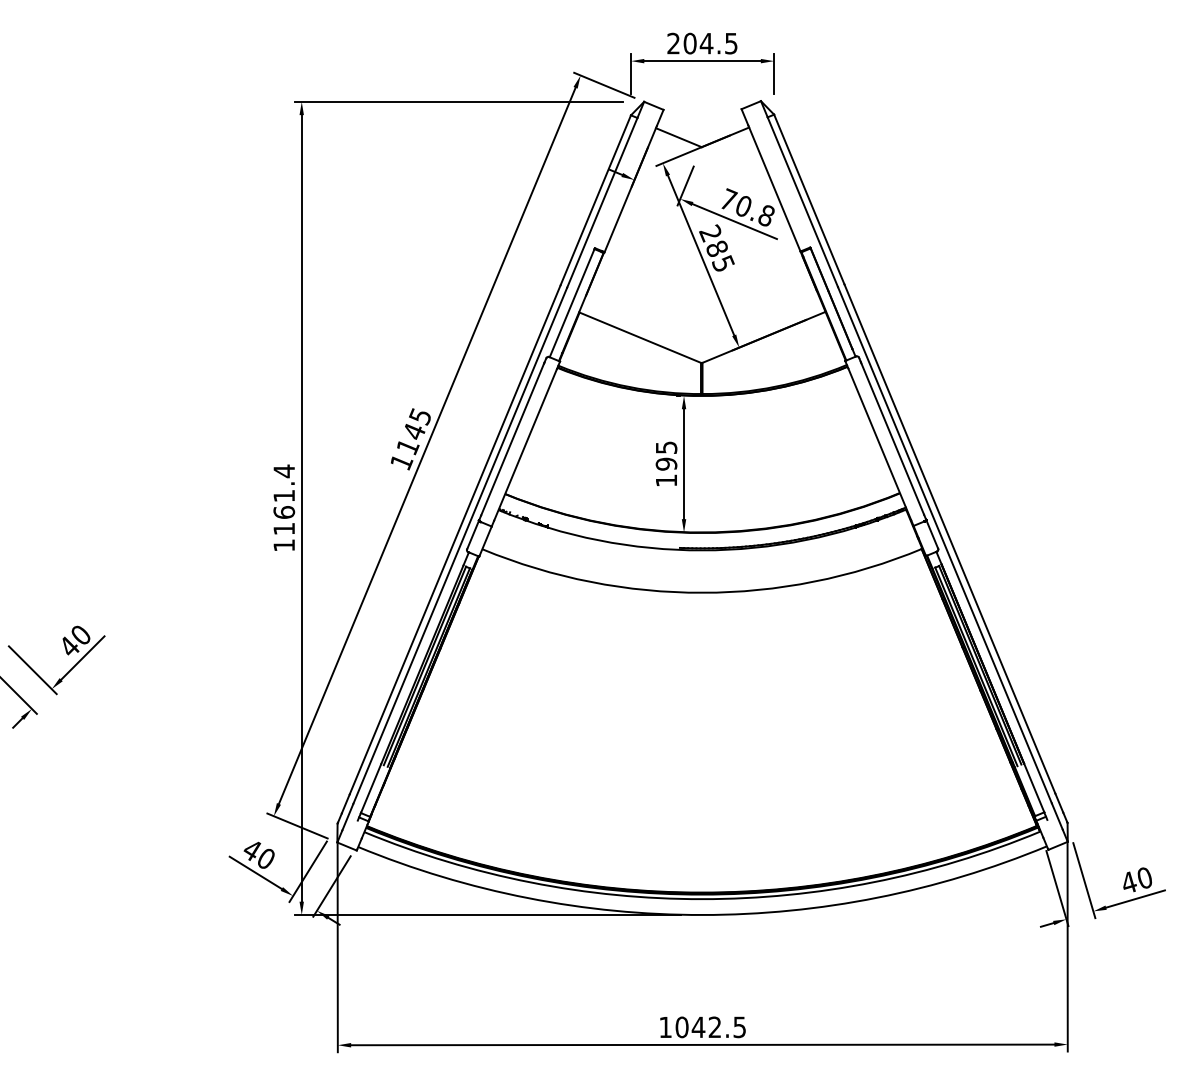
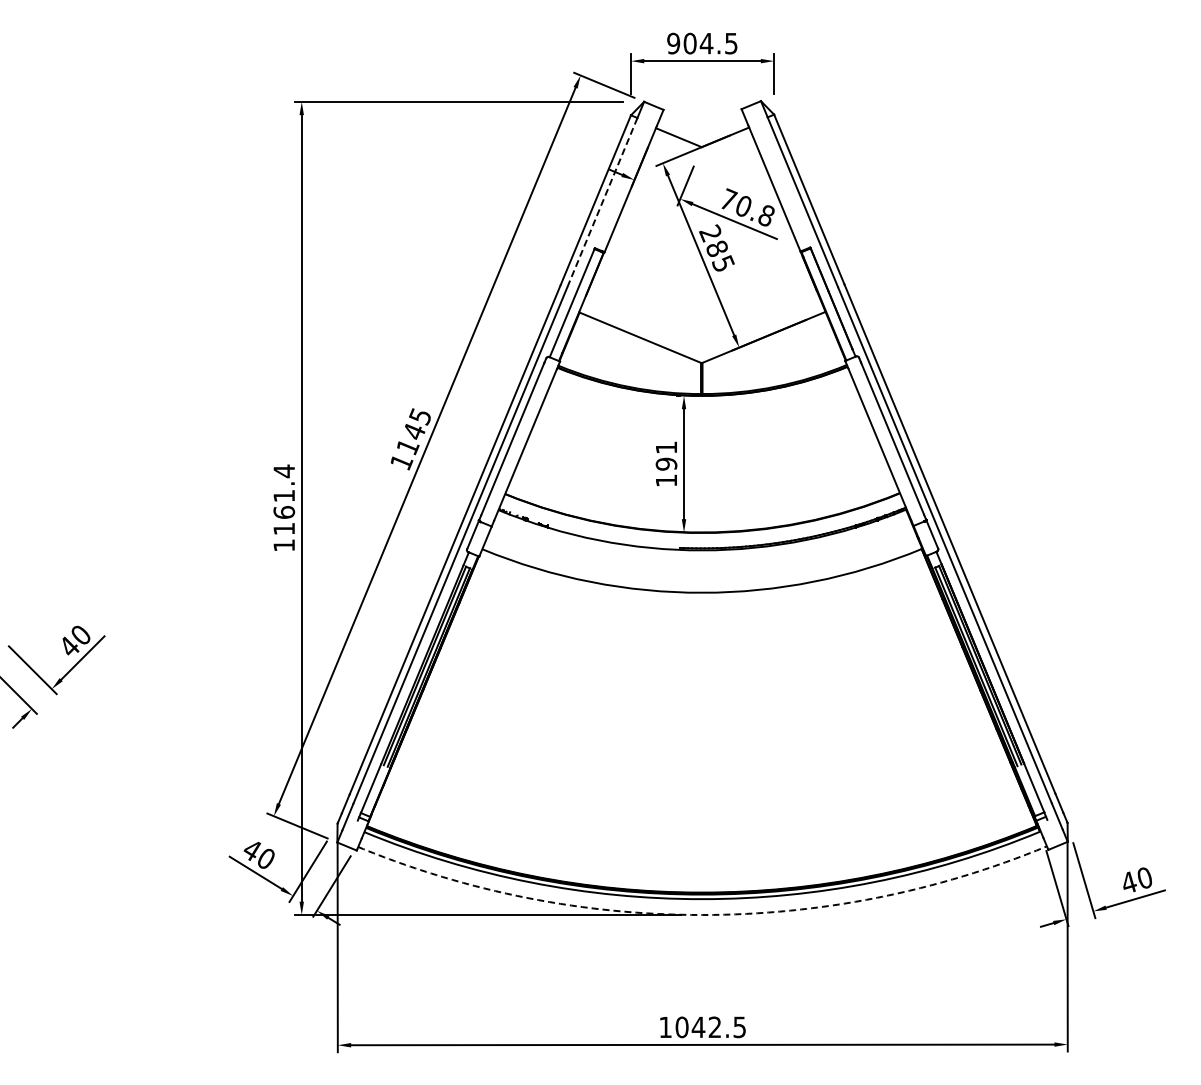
text at (673, 43): 204.5 -> 904.5
line at (602, 202): solid -> dashed
text at (666, 447): 195 -> 191
arc at (702, 915): solid -> dashed
